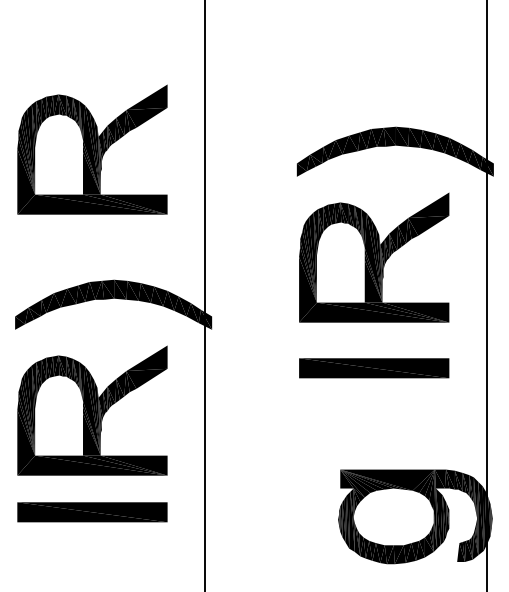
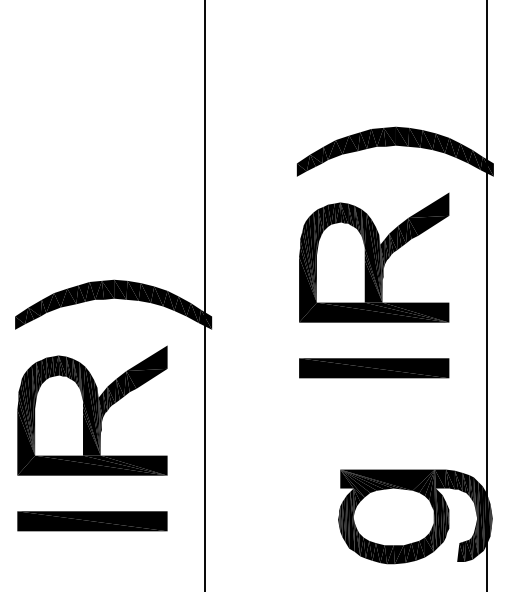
part at (92, 149): present -> none
part at (92, 512) position: (92, 512) -> (92, 521)
